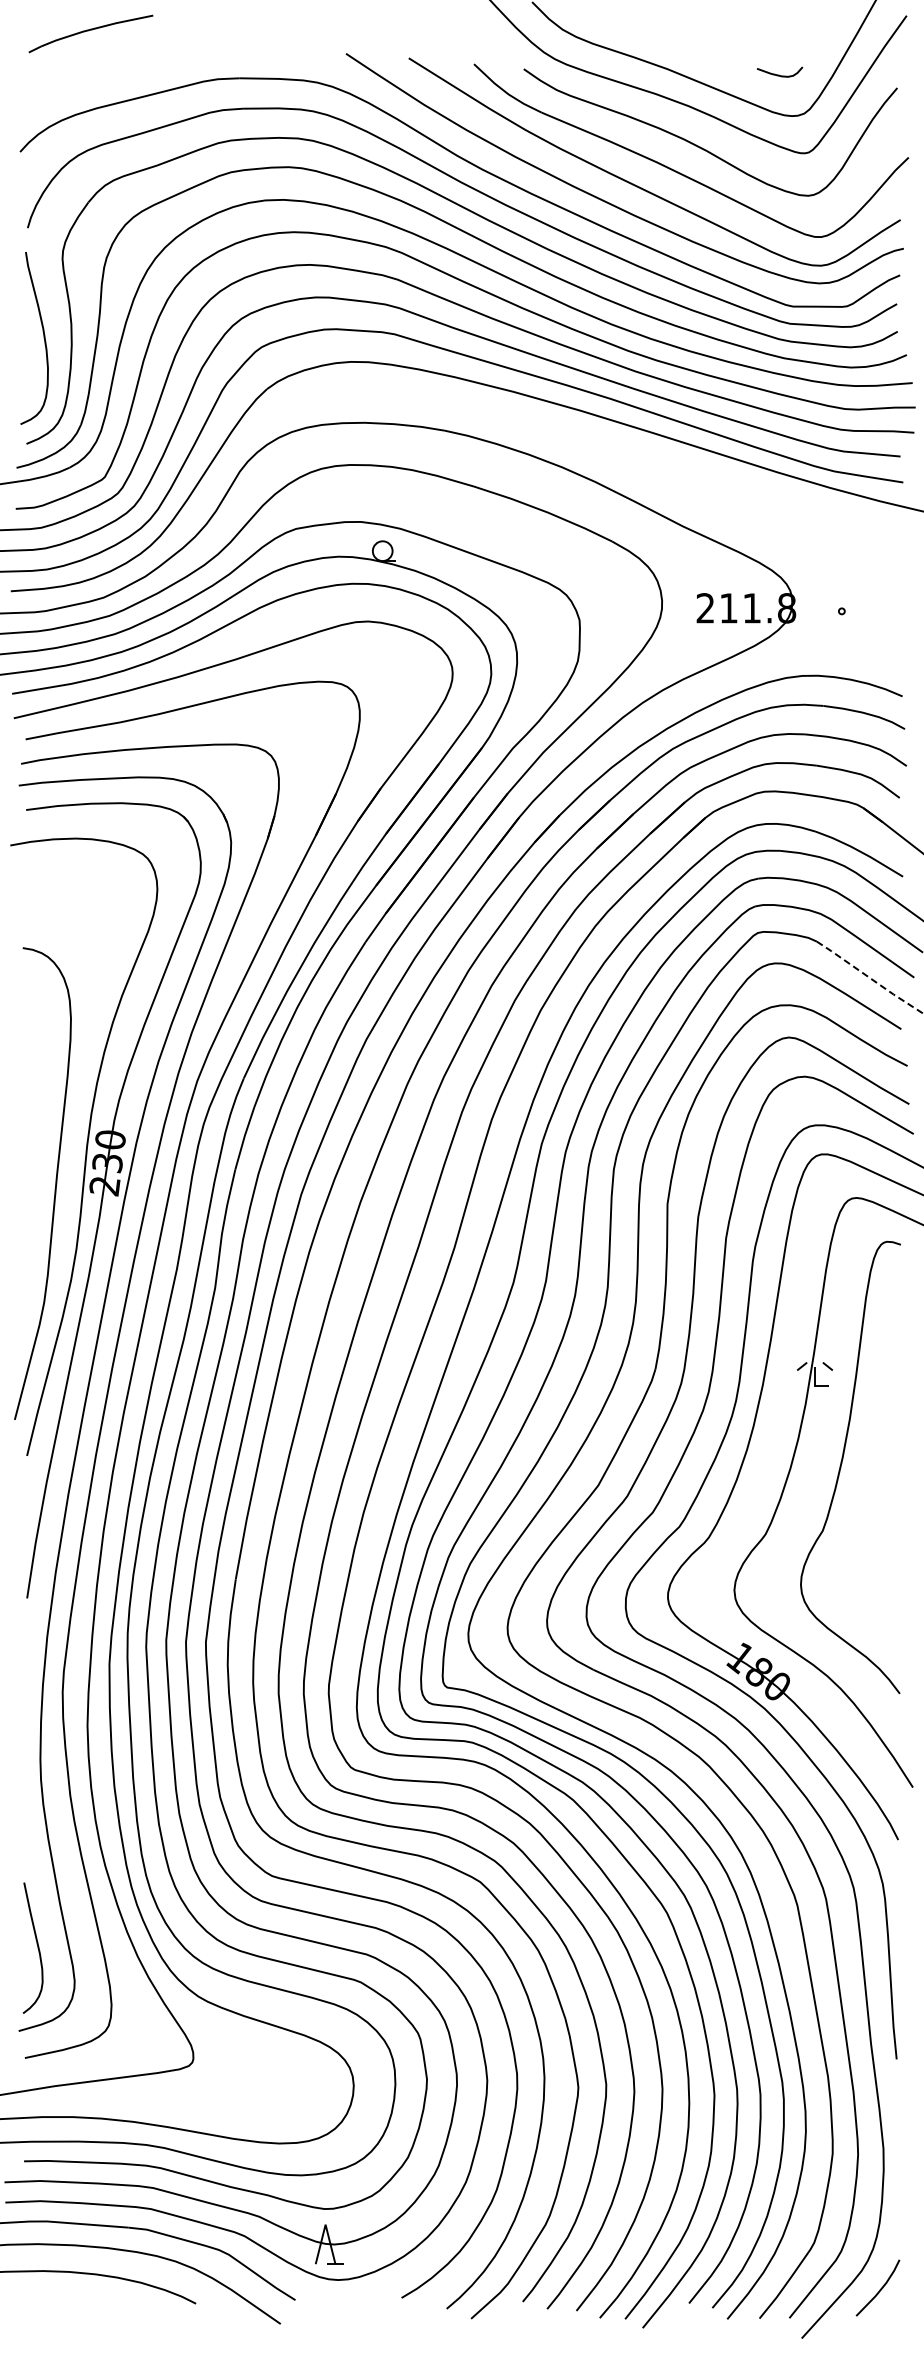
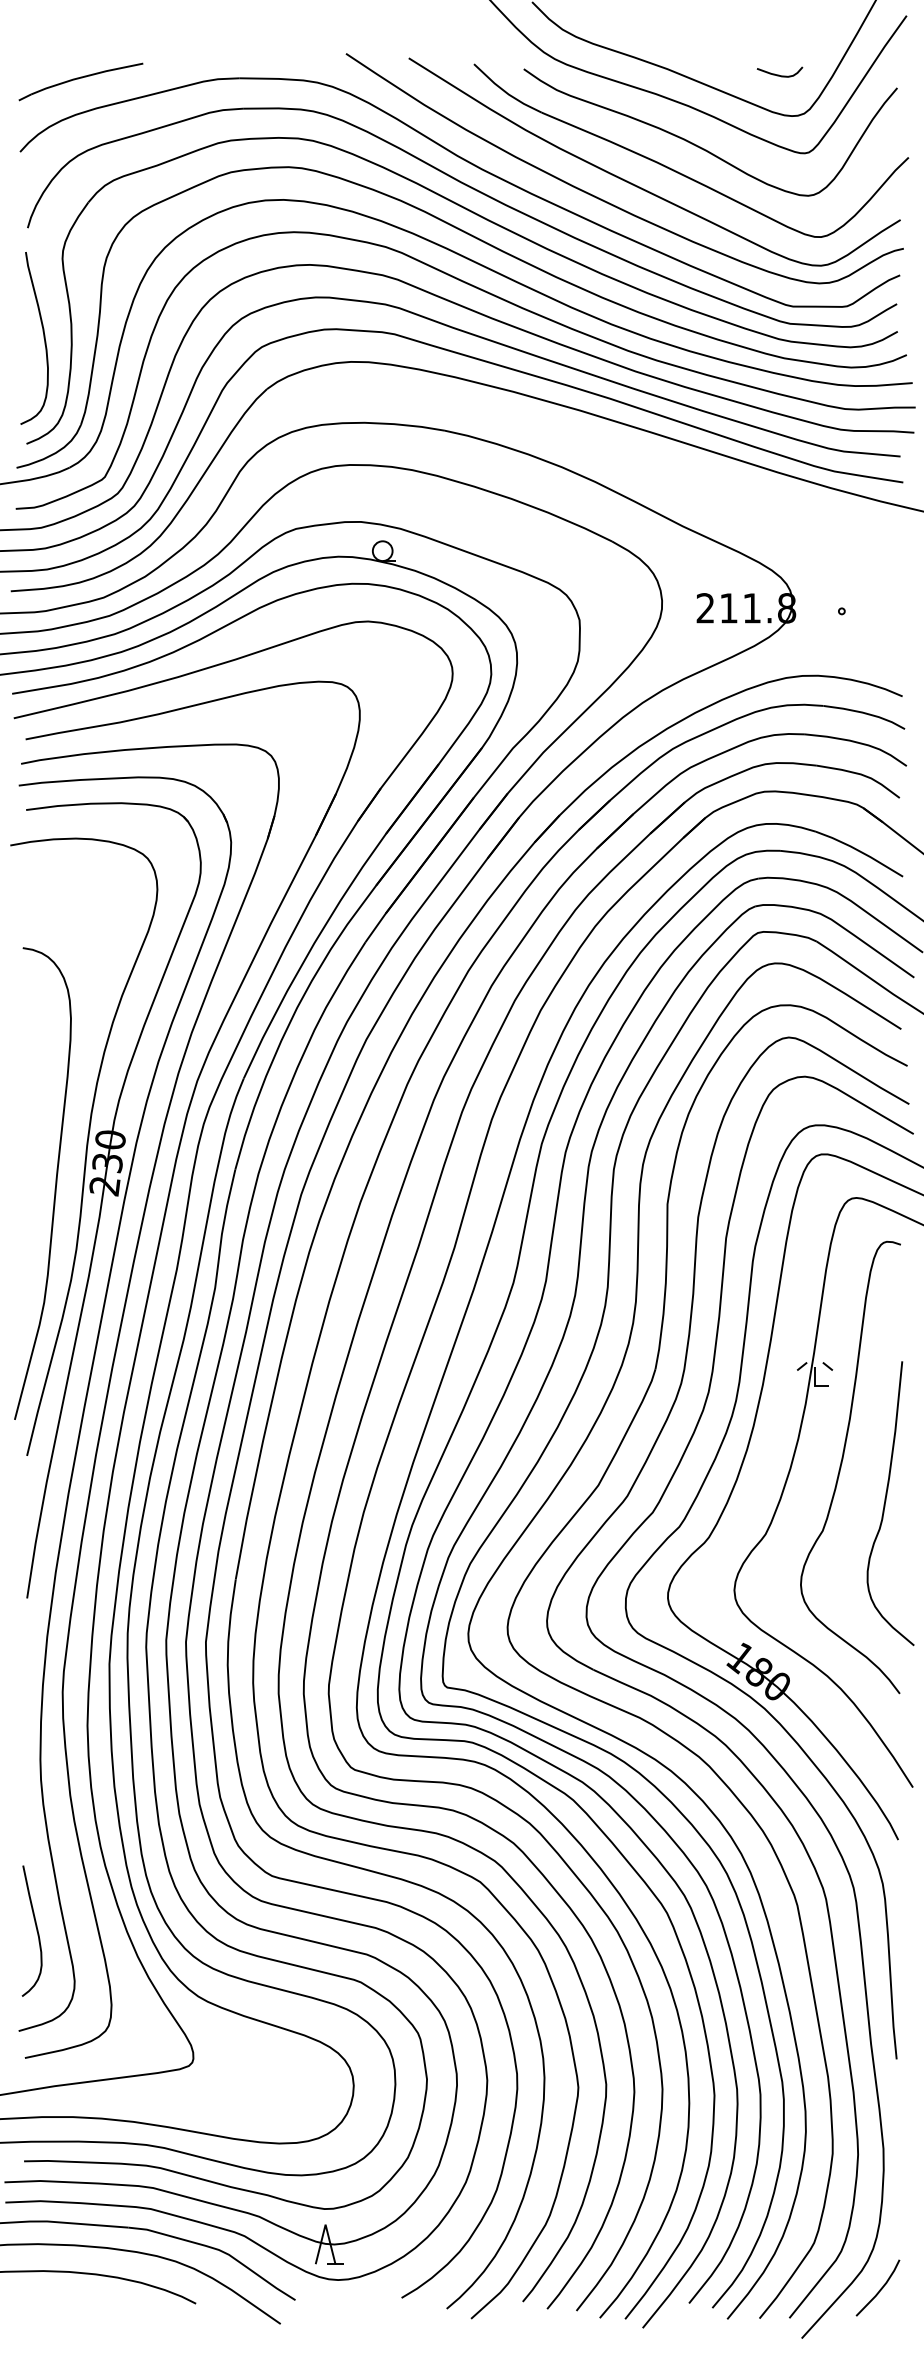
part at (90, 33) position: (90, 33) -> (80, 81)
line at (869, 977): dashed -> solid
curve at (886, 1501): none -> present
curve at (36, 1944) position: (36, 1944) -> (35, 1927)
